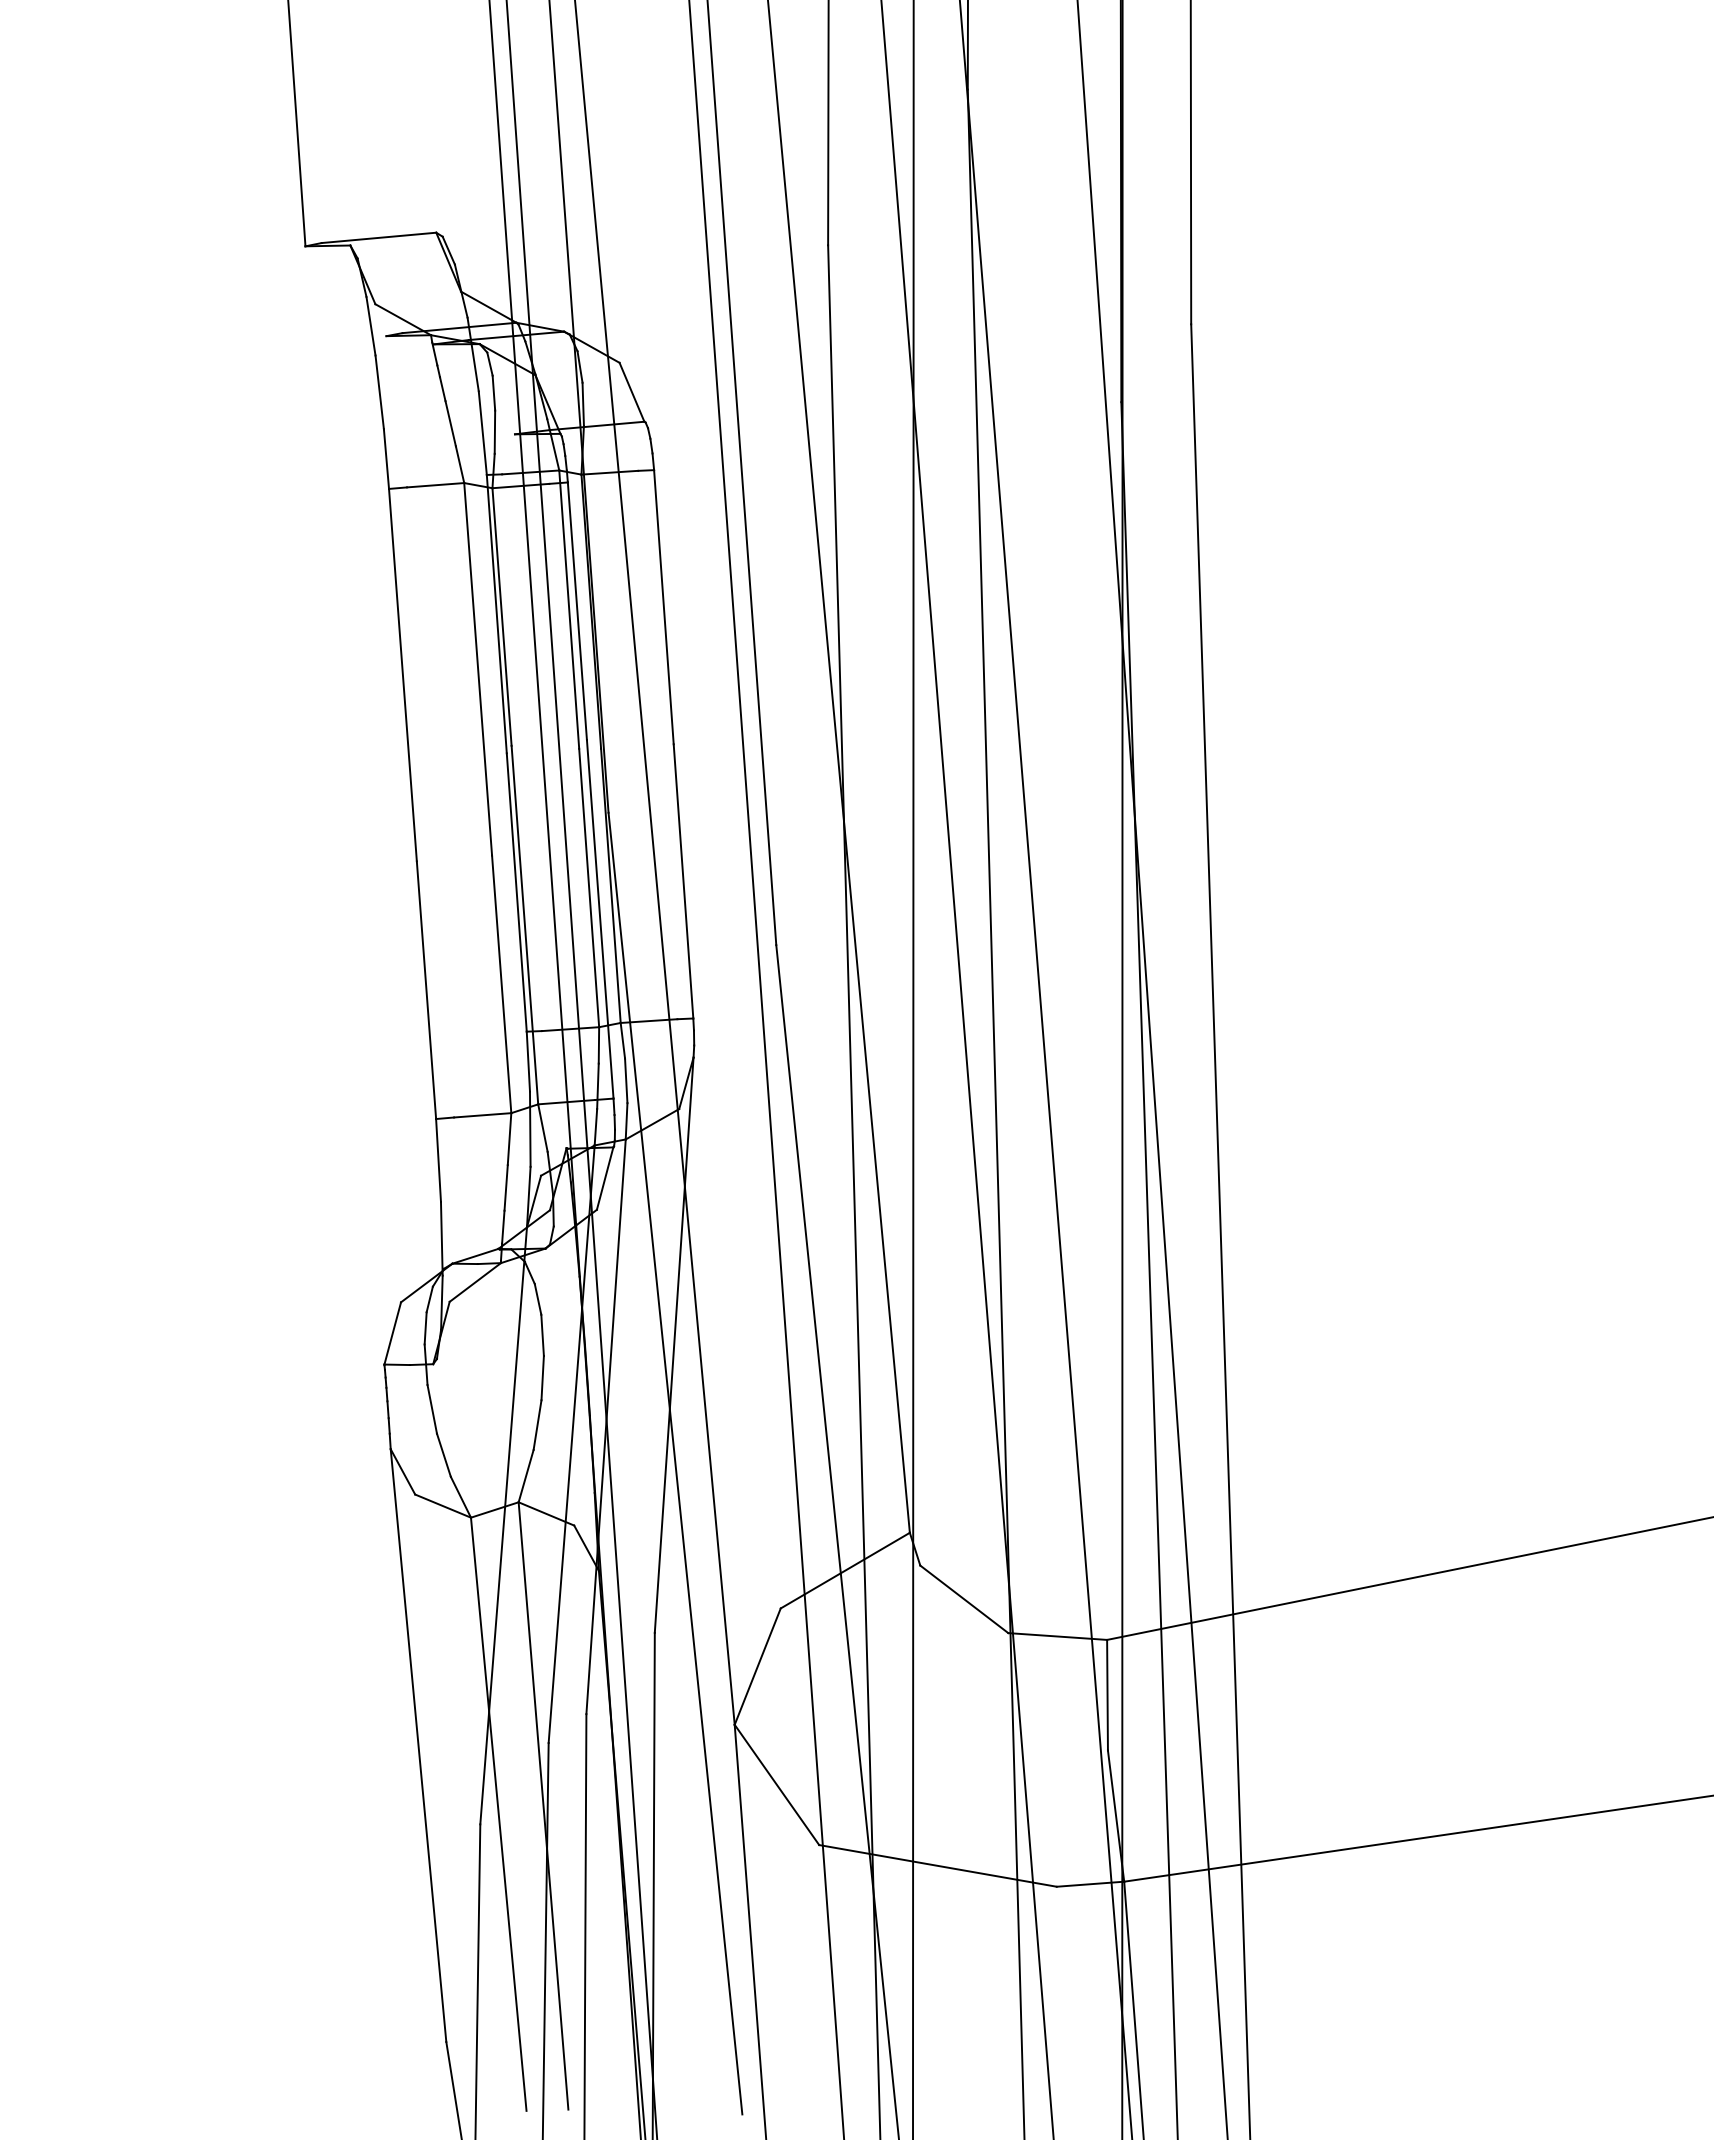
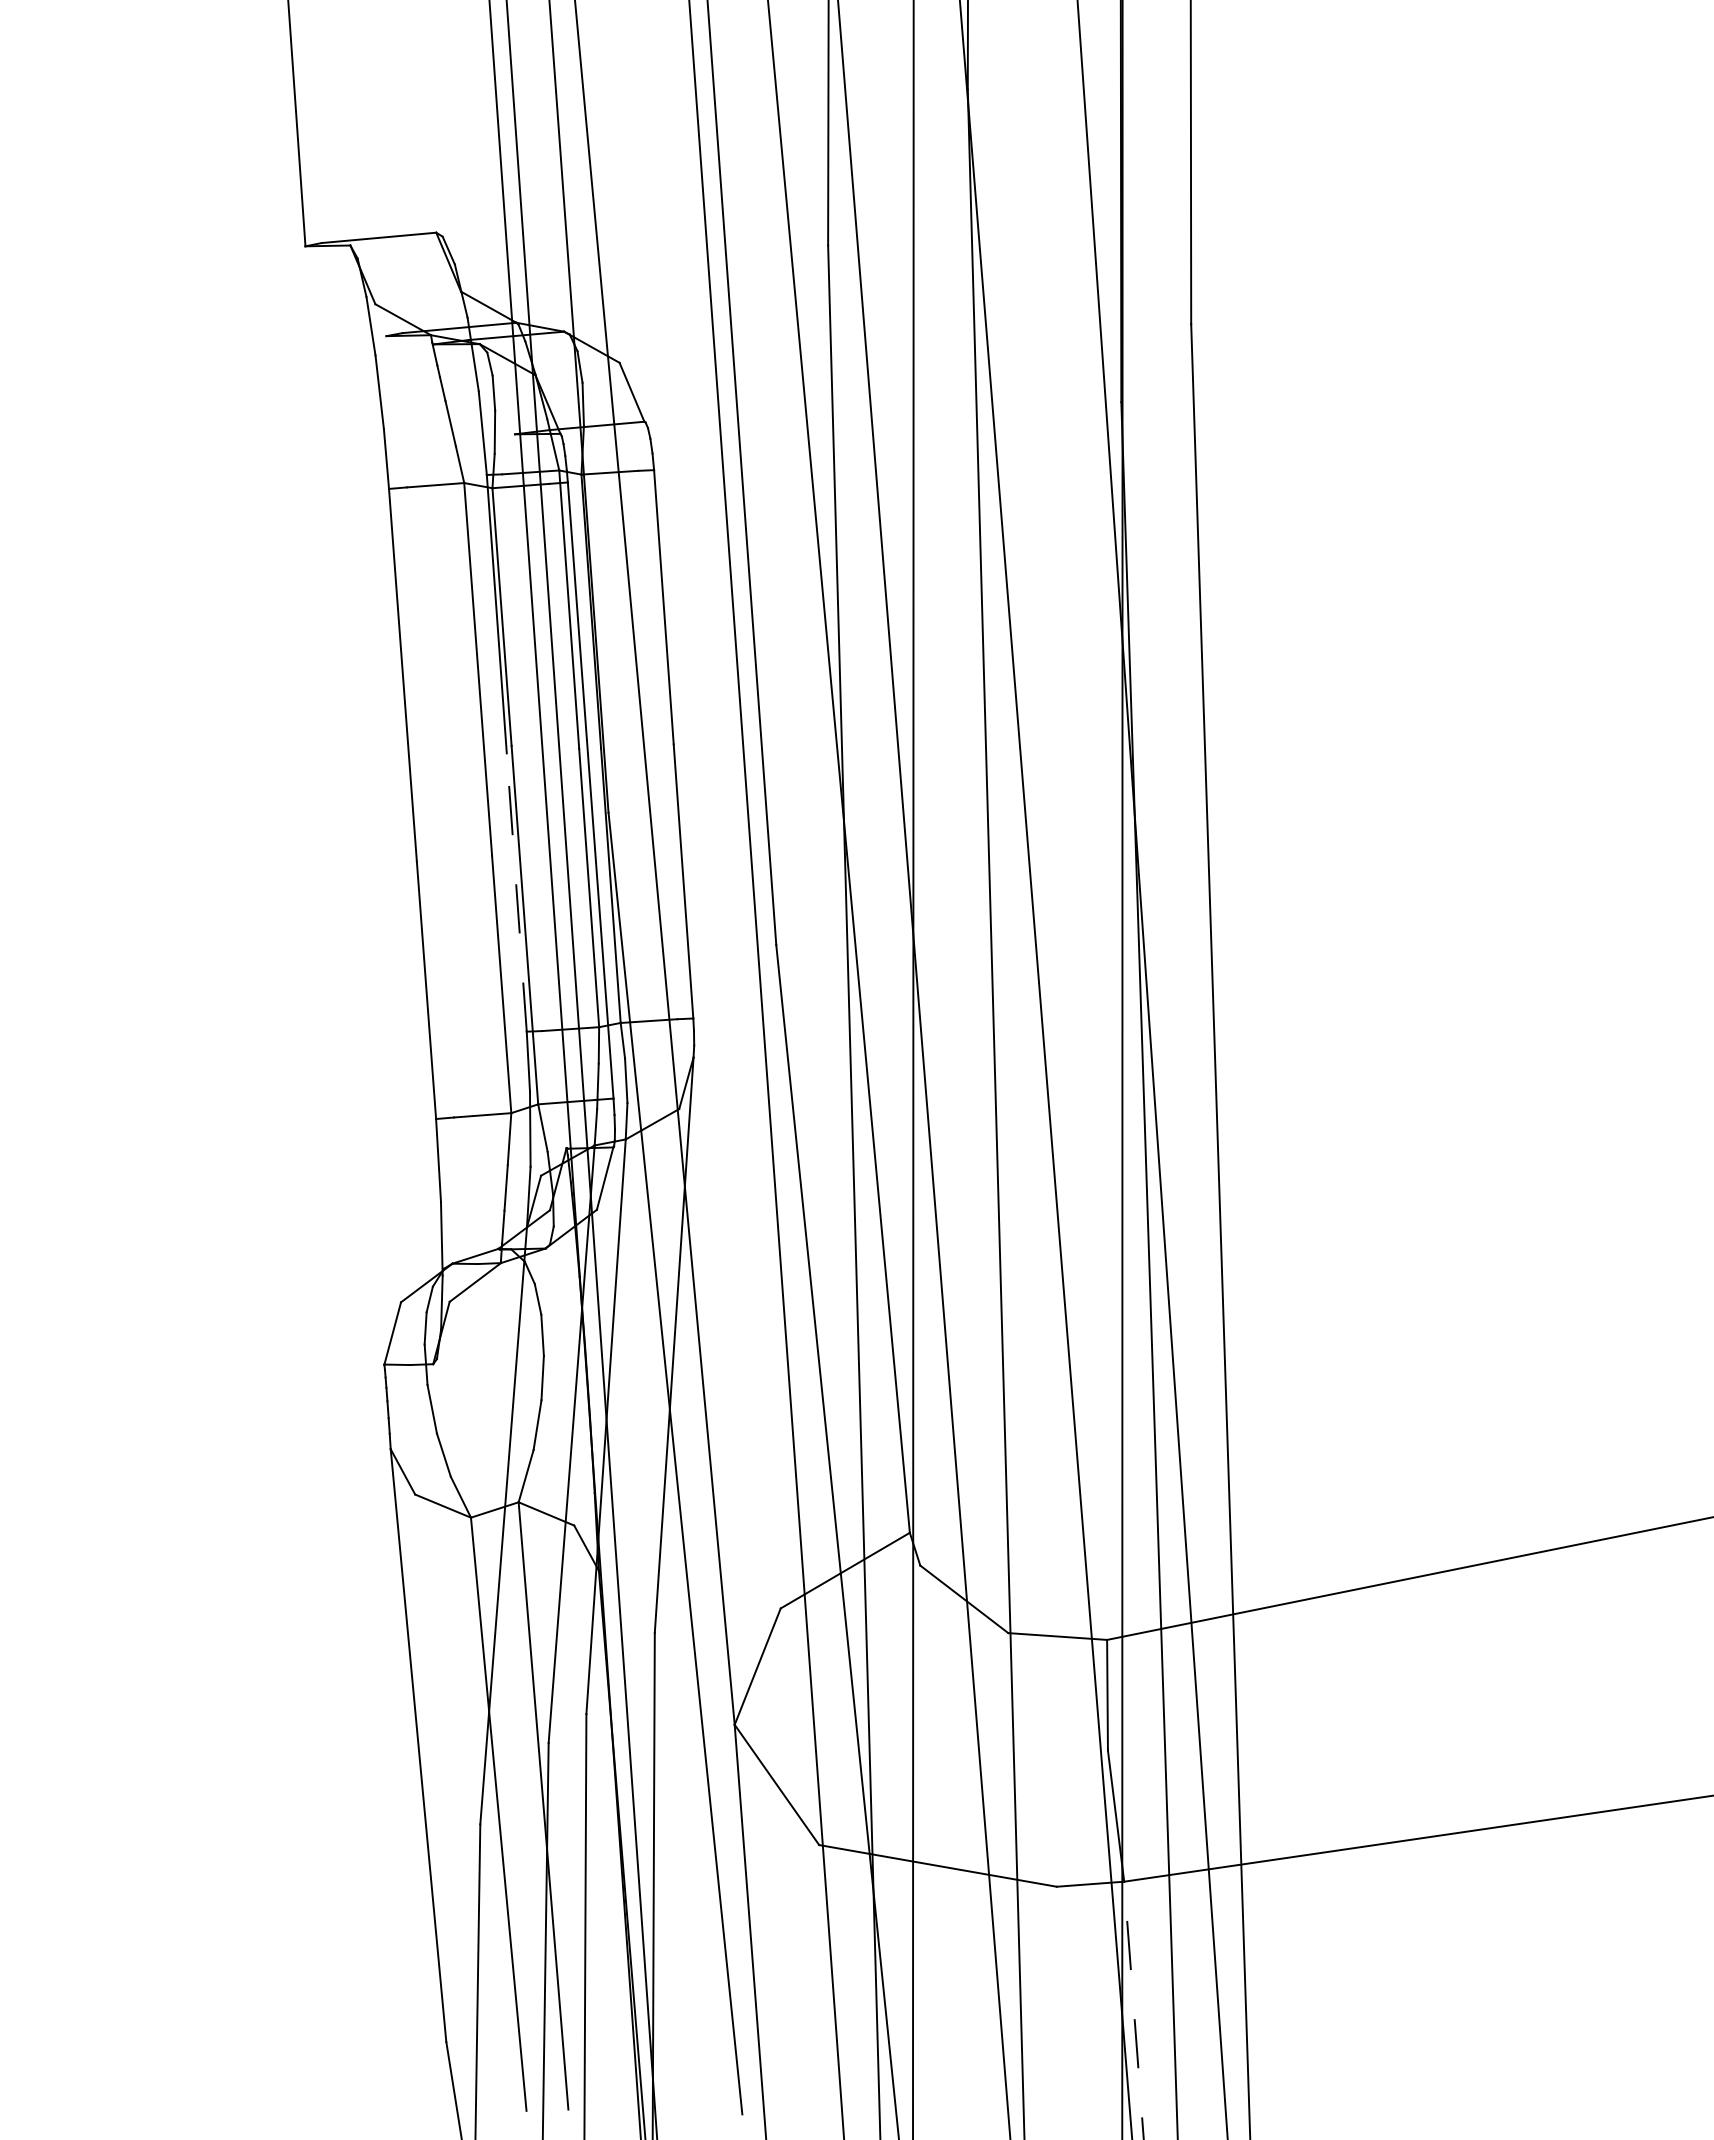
line at (516, 892): solid -> dashed
line at (967, 1069) position: (967, 1069) -> (924, 1069)
line at (1133, 2010): solid -> dashed
